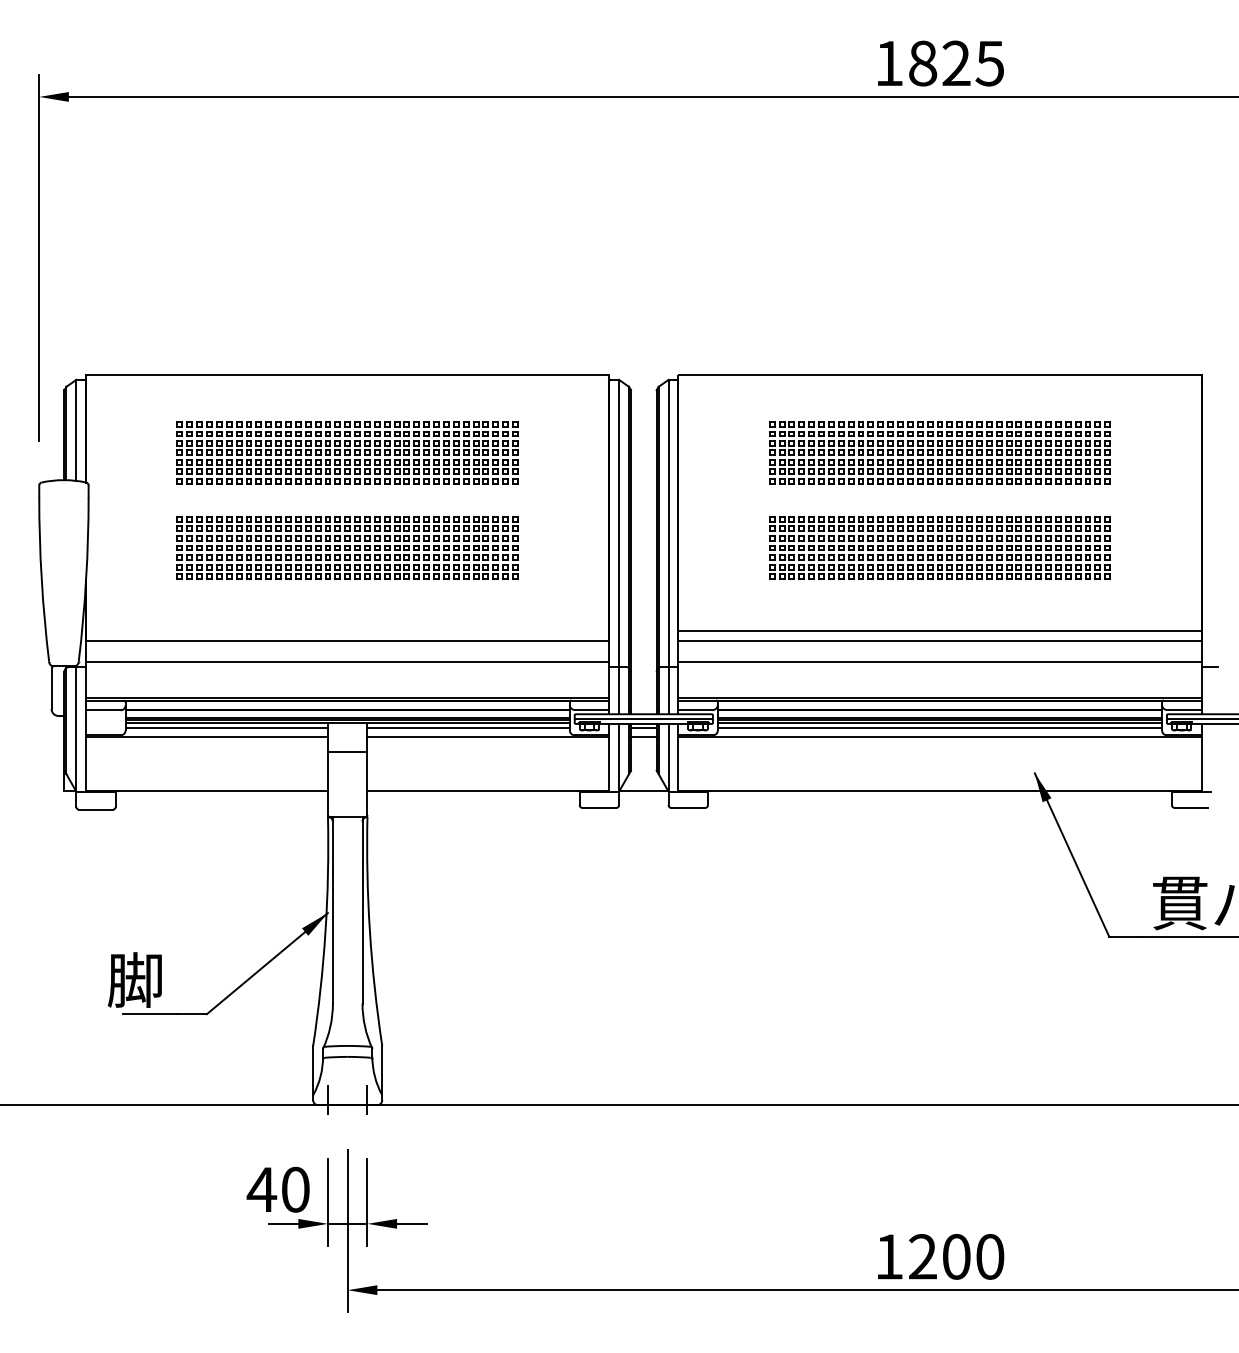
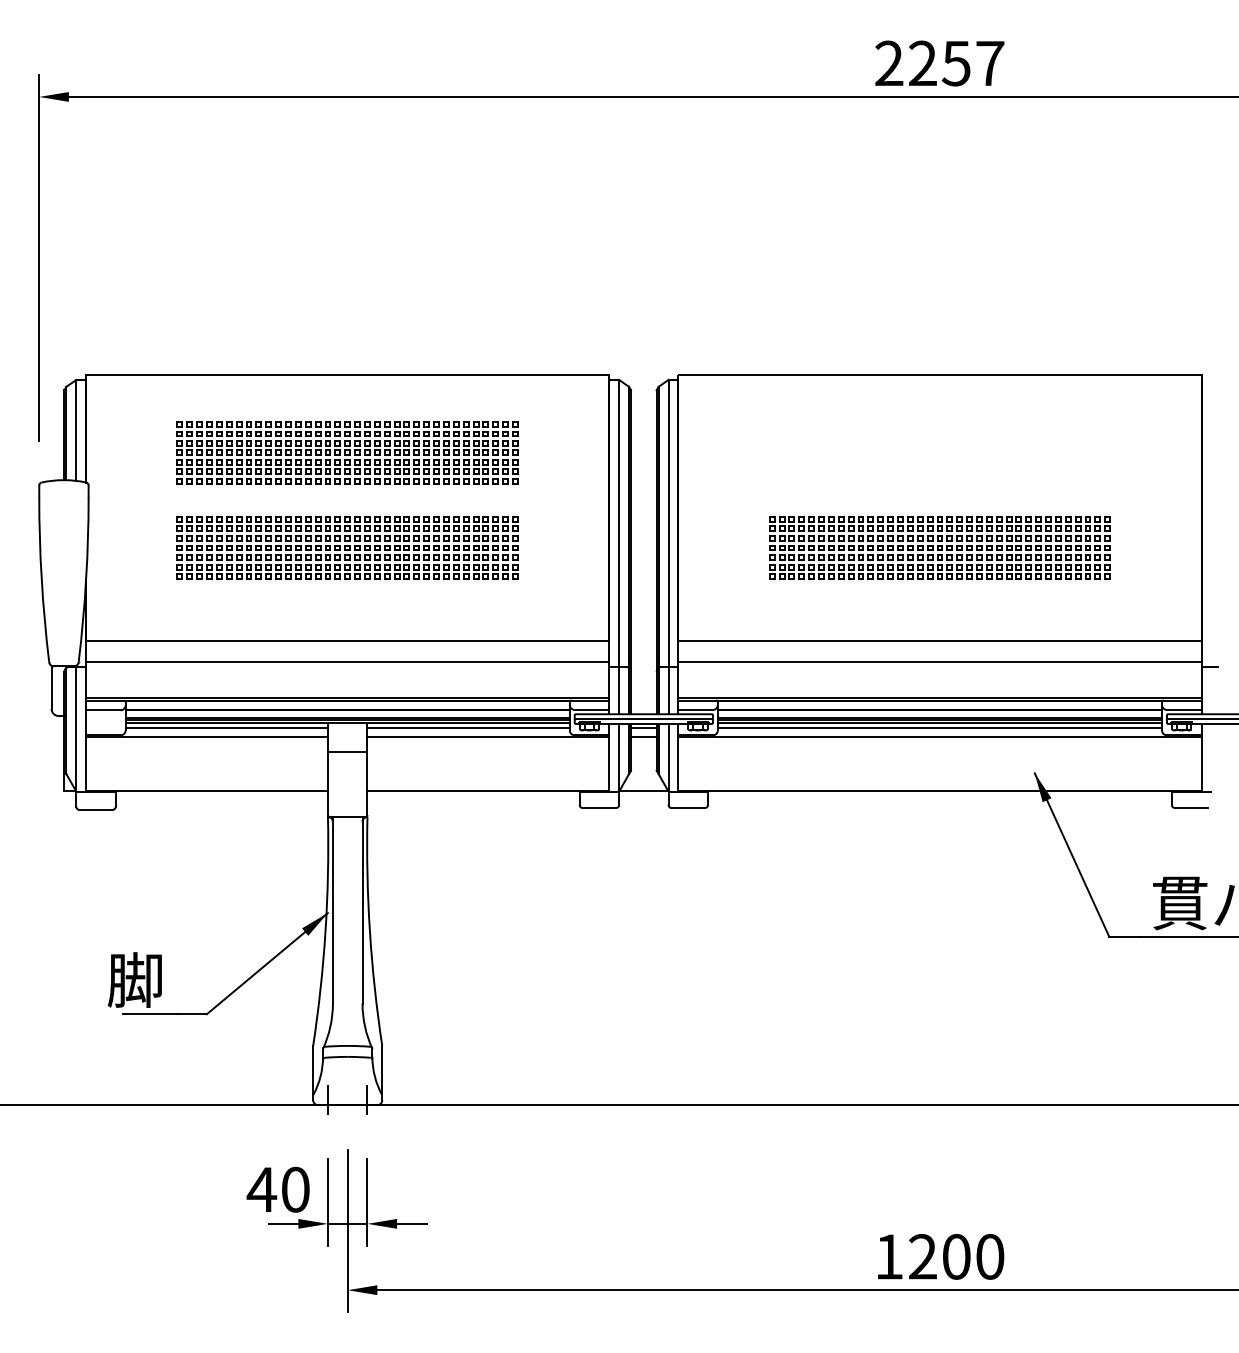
text at (939, 63): 1825 -> 2257
part at (939, 452): present -> none
line at (939, 631): present -> none
